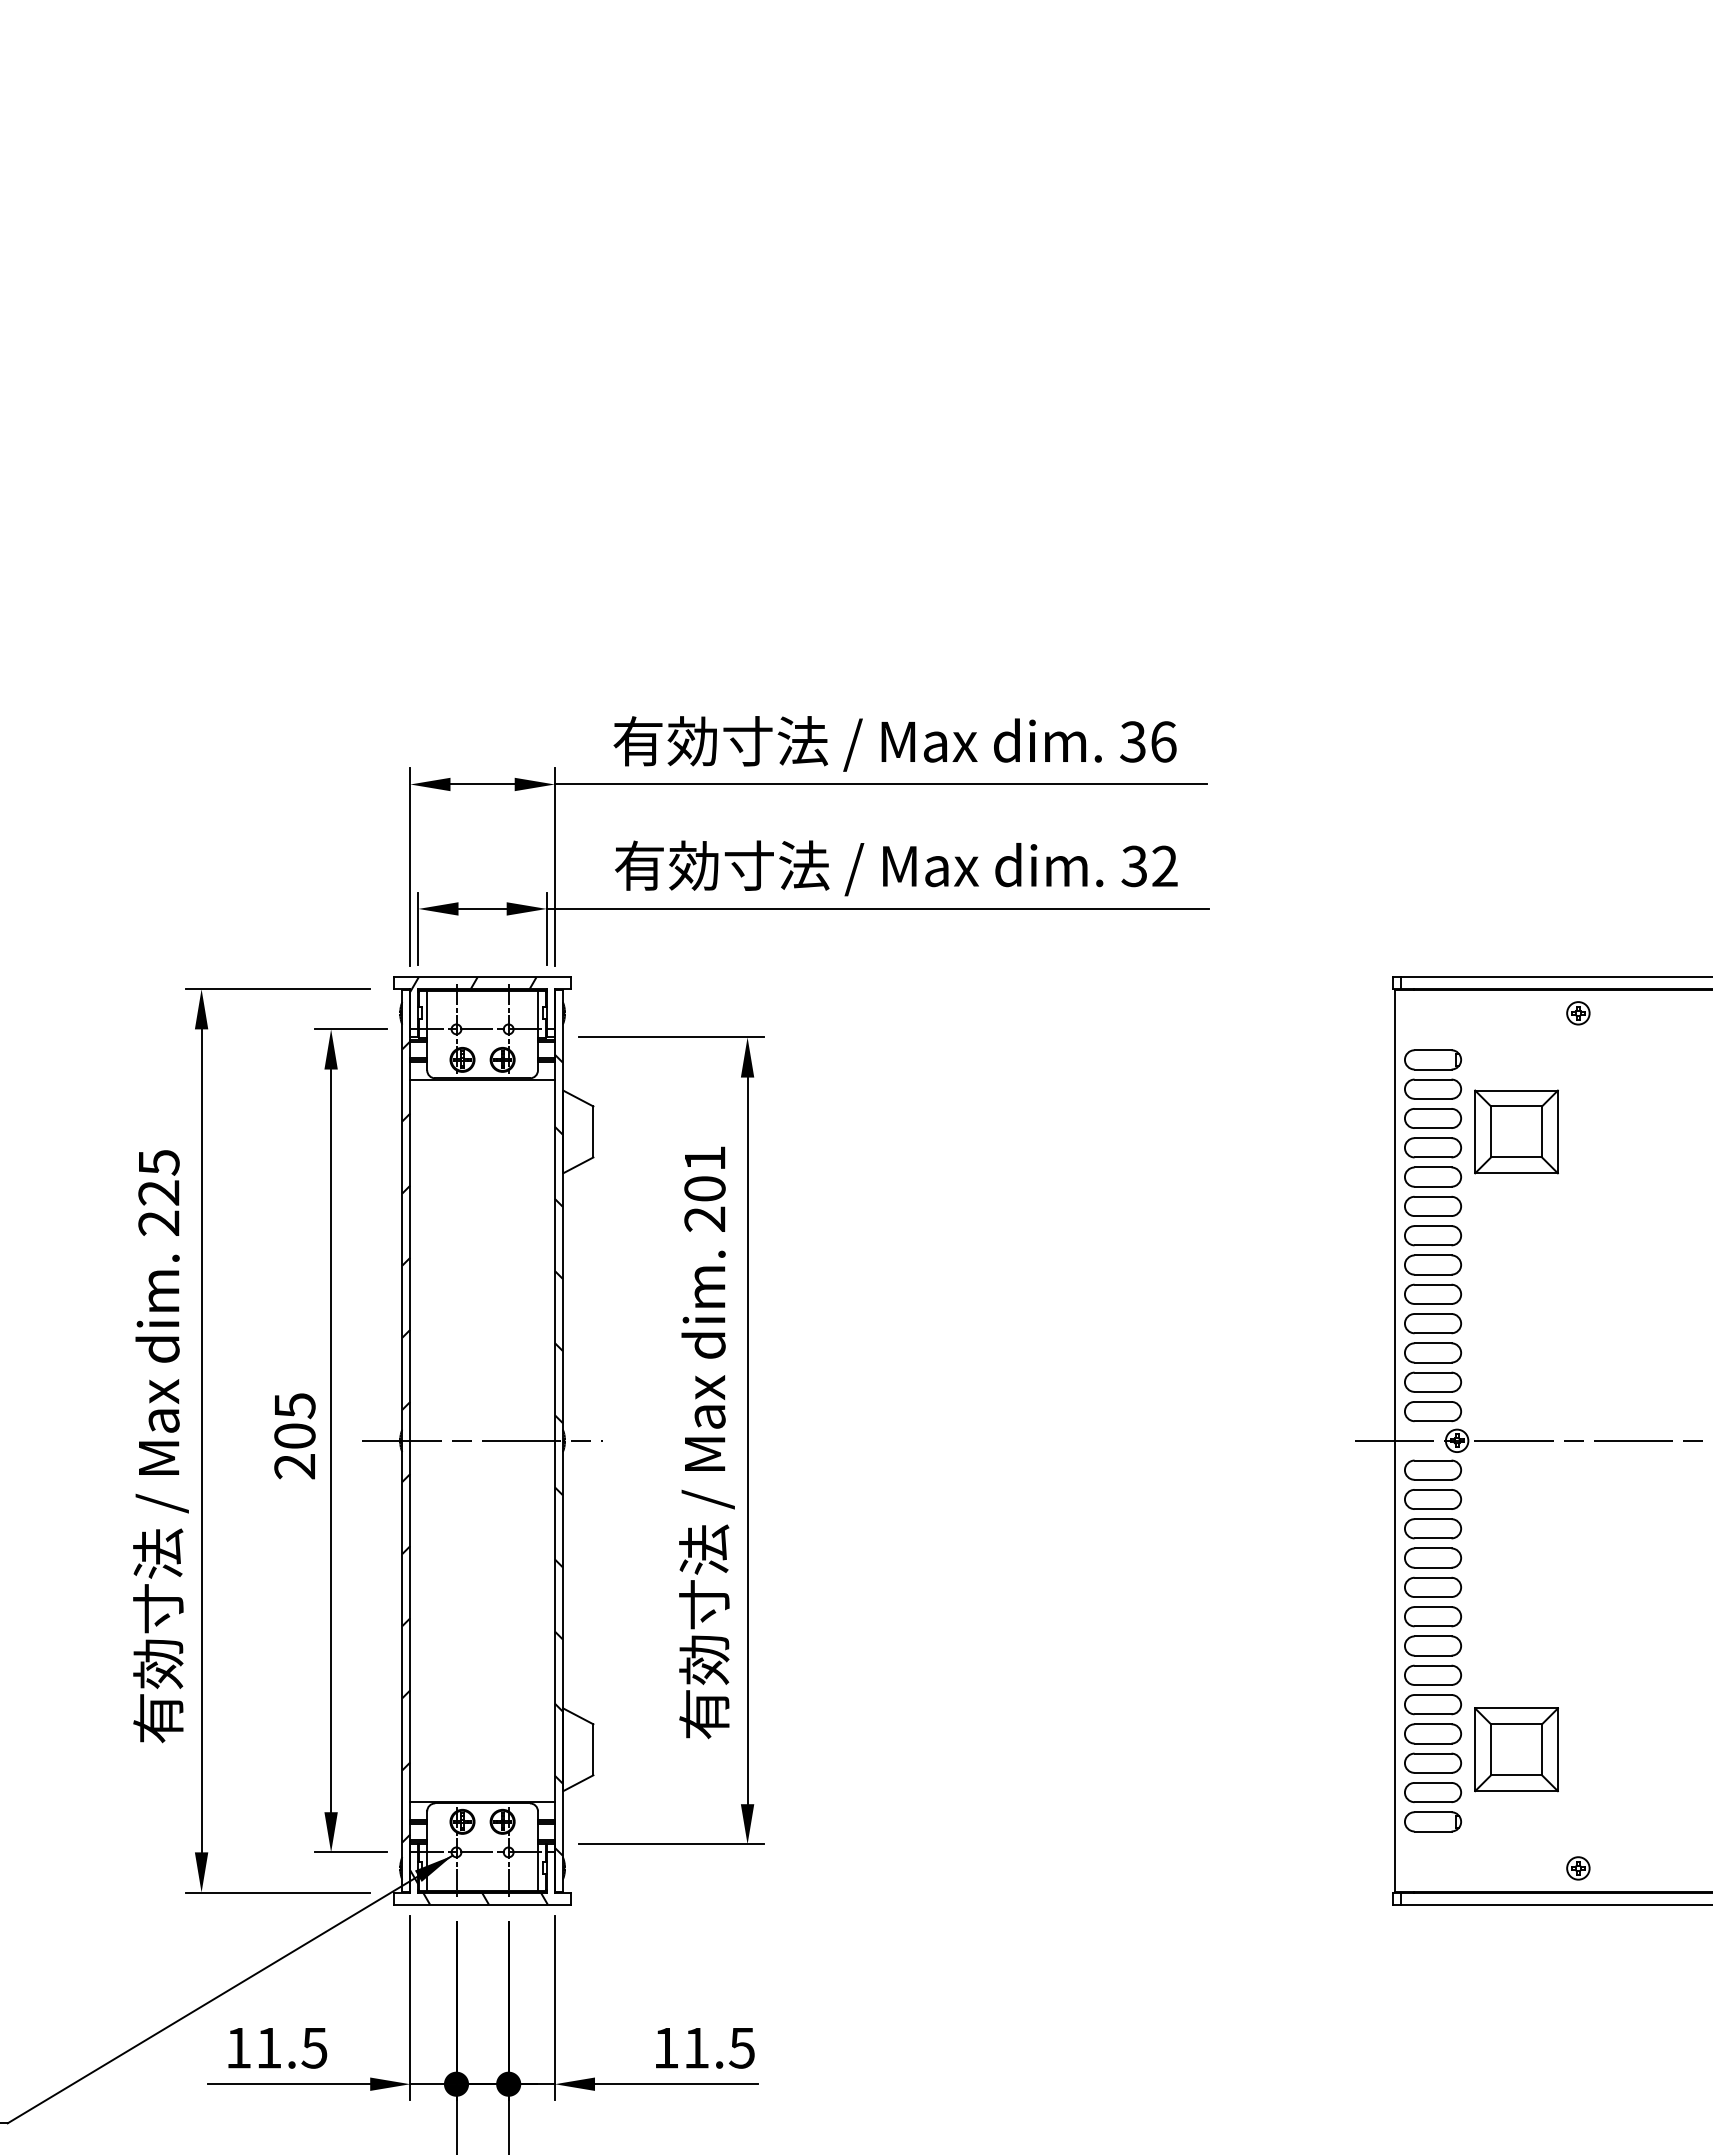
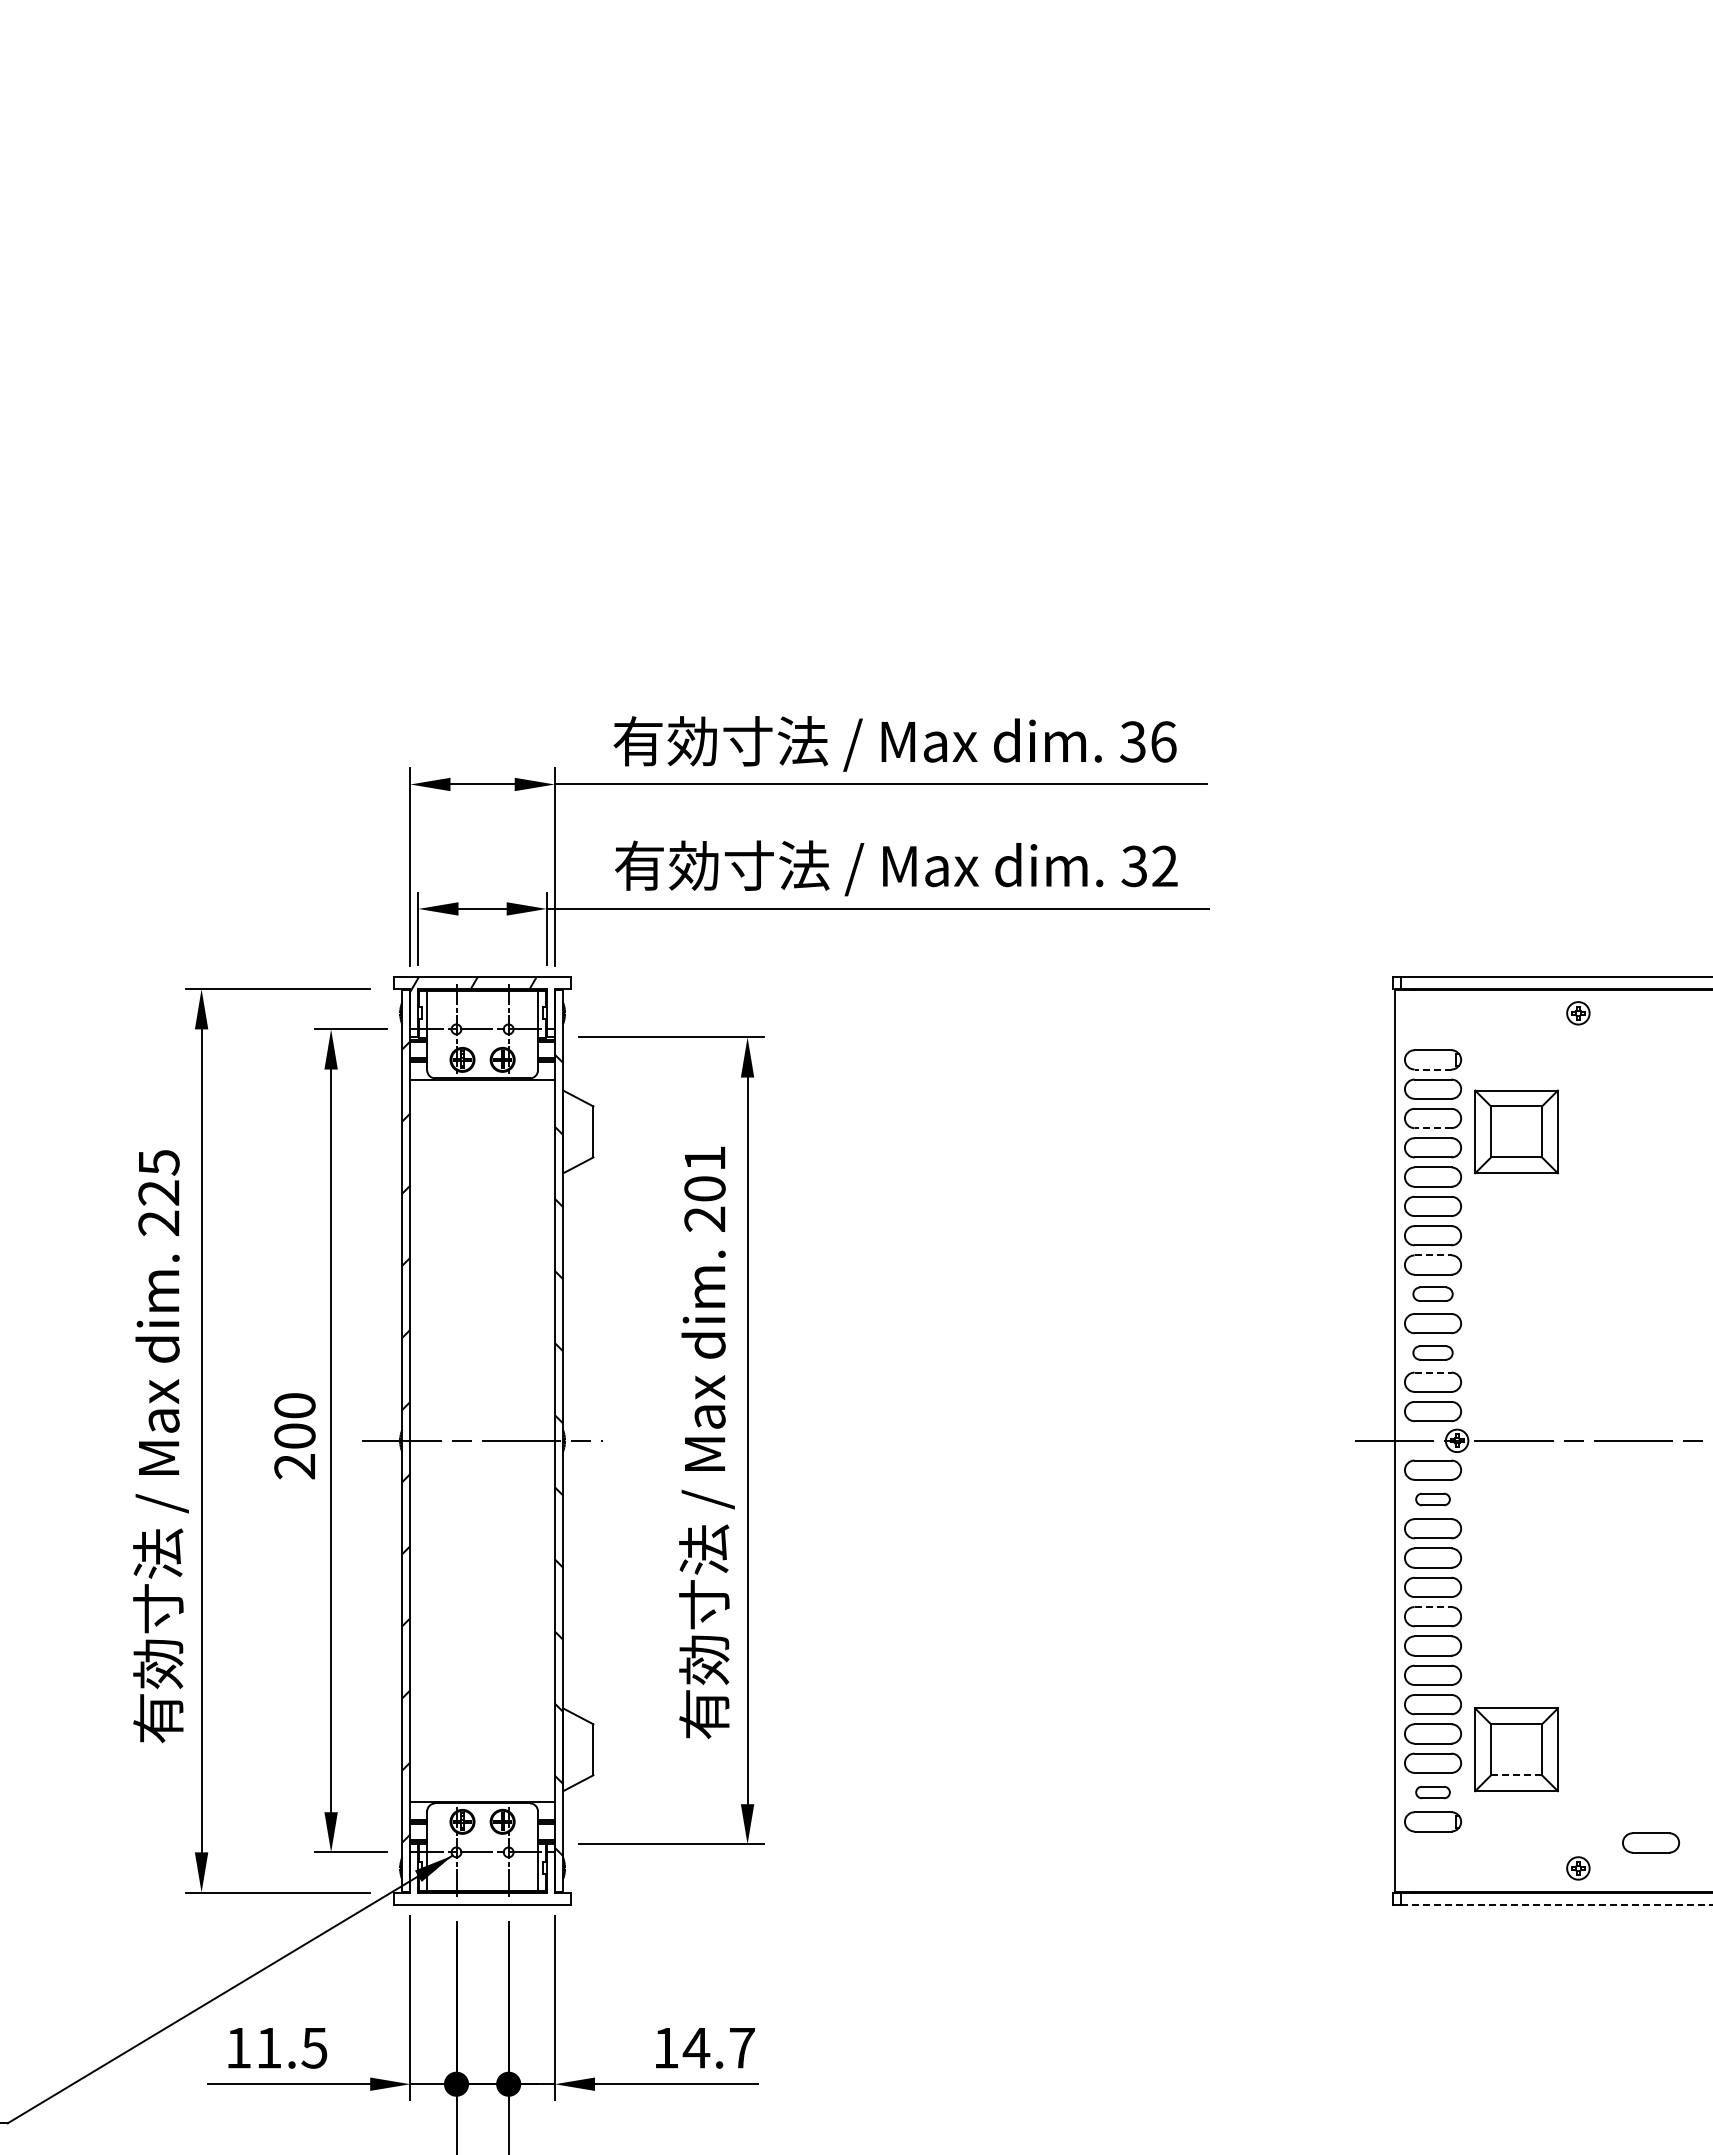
line at (1432, 1069): solid -> dashed
line at (1432, 1128): solid -> dashed
line at (1433, 1255): solid -> dashed
part at (1432, 1293) size: 58x22 px -> 42x16 px
part at (1432, 1352) size: 58x22 px -> 42x16 px
line at (1433, 1372): solid -> dashed
text at (294, 1406): 205 -> 200
part at (1432, 1499) size: 58x21 px -> 36x15 px
line at (1433, 1607): solid -> dashed
line at (1516, 1775): solid -> dashed
part at (1432, 1792) size: 58x21 px -> 36x15 px
part at (1650, 1842): none -> present
hatch at (478, 1887): present -> none
line at (1556, 1904): solid -> dashed
text at (718, 2048): 11.5 -> 14.7
